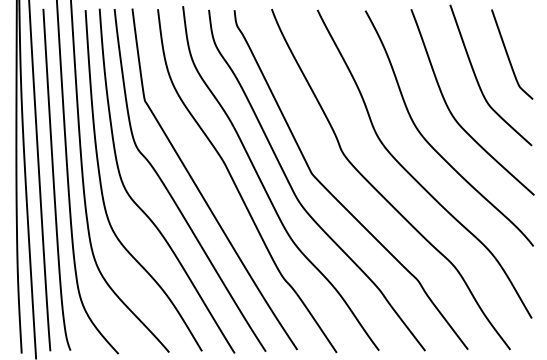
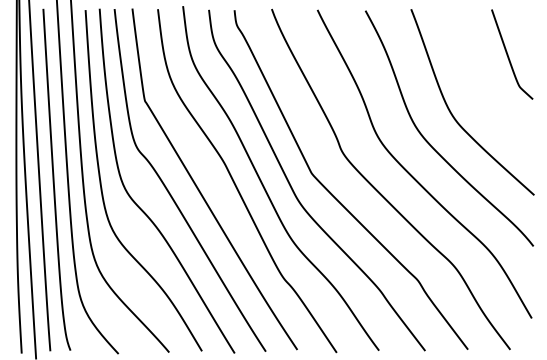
curve at (477, 78): present -> none
